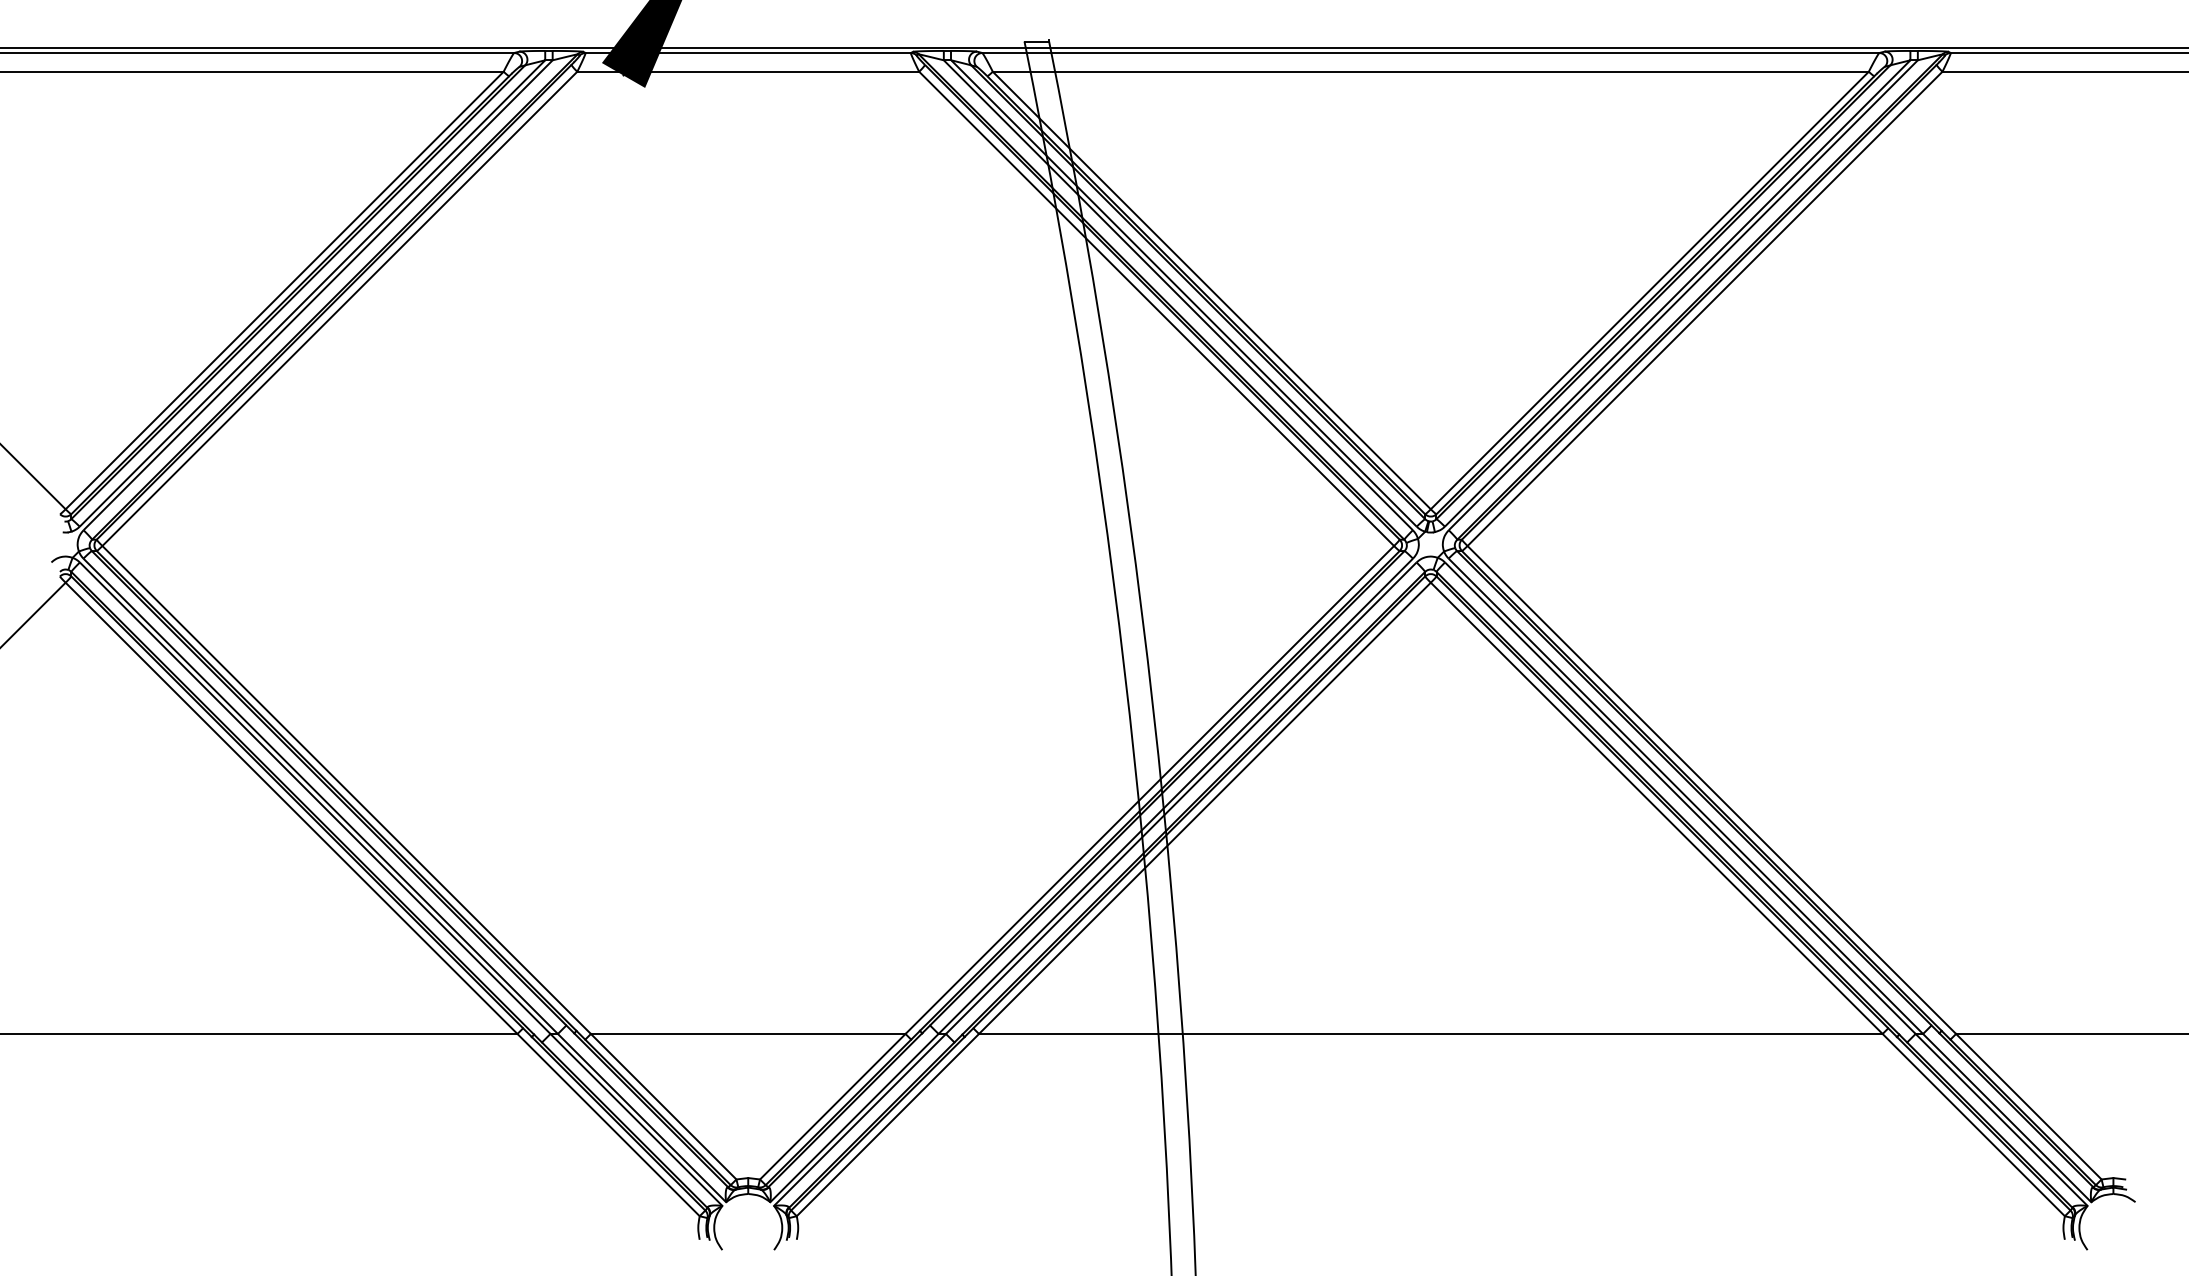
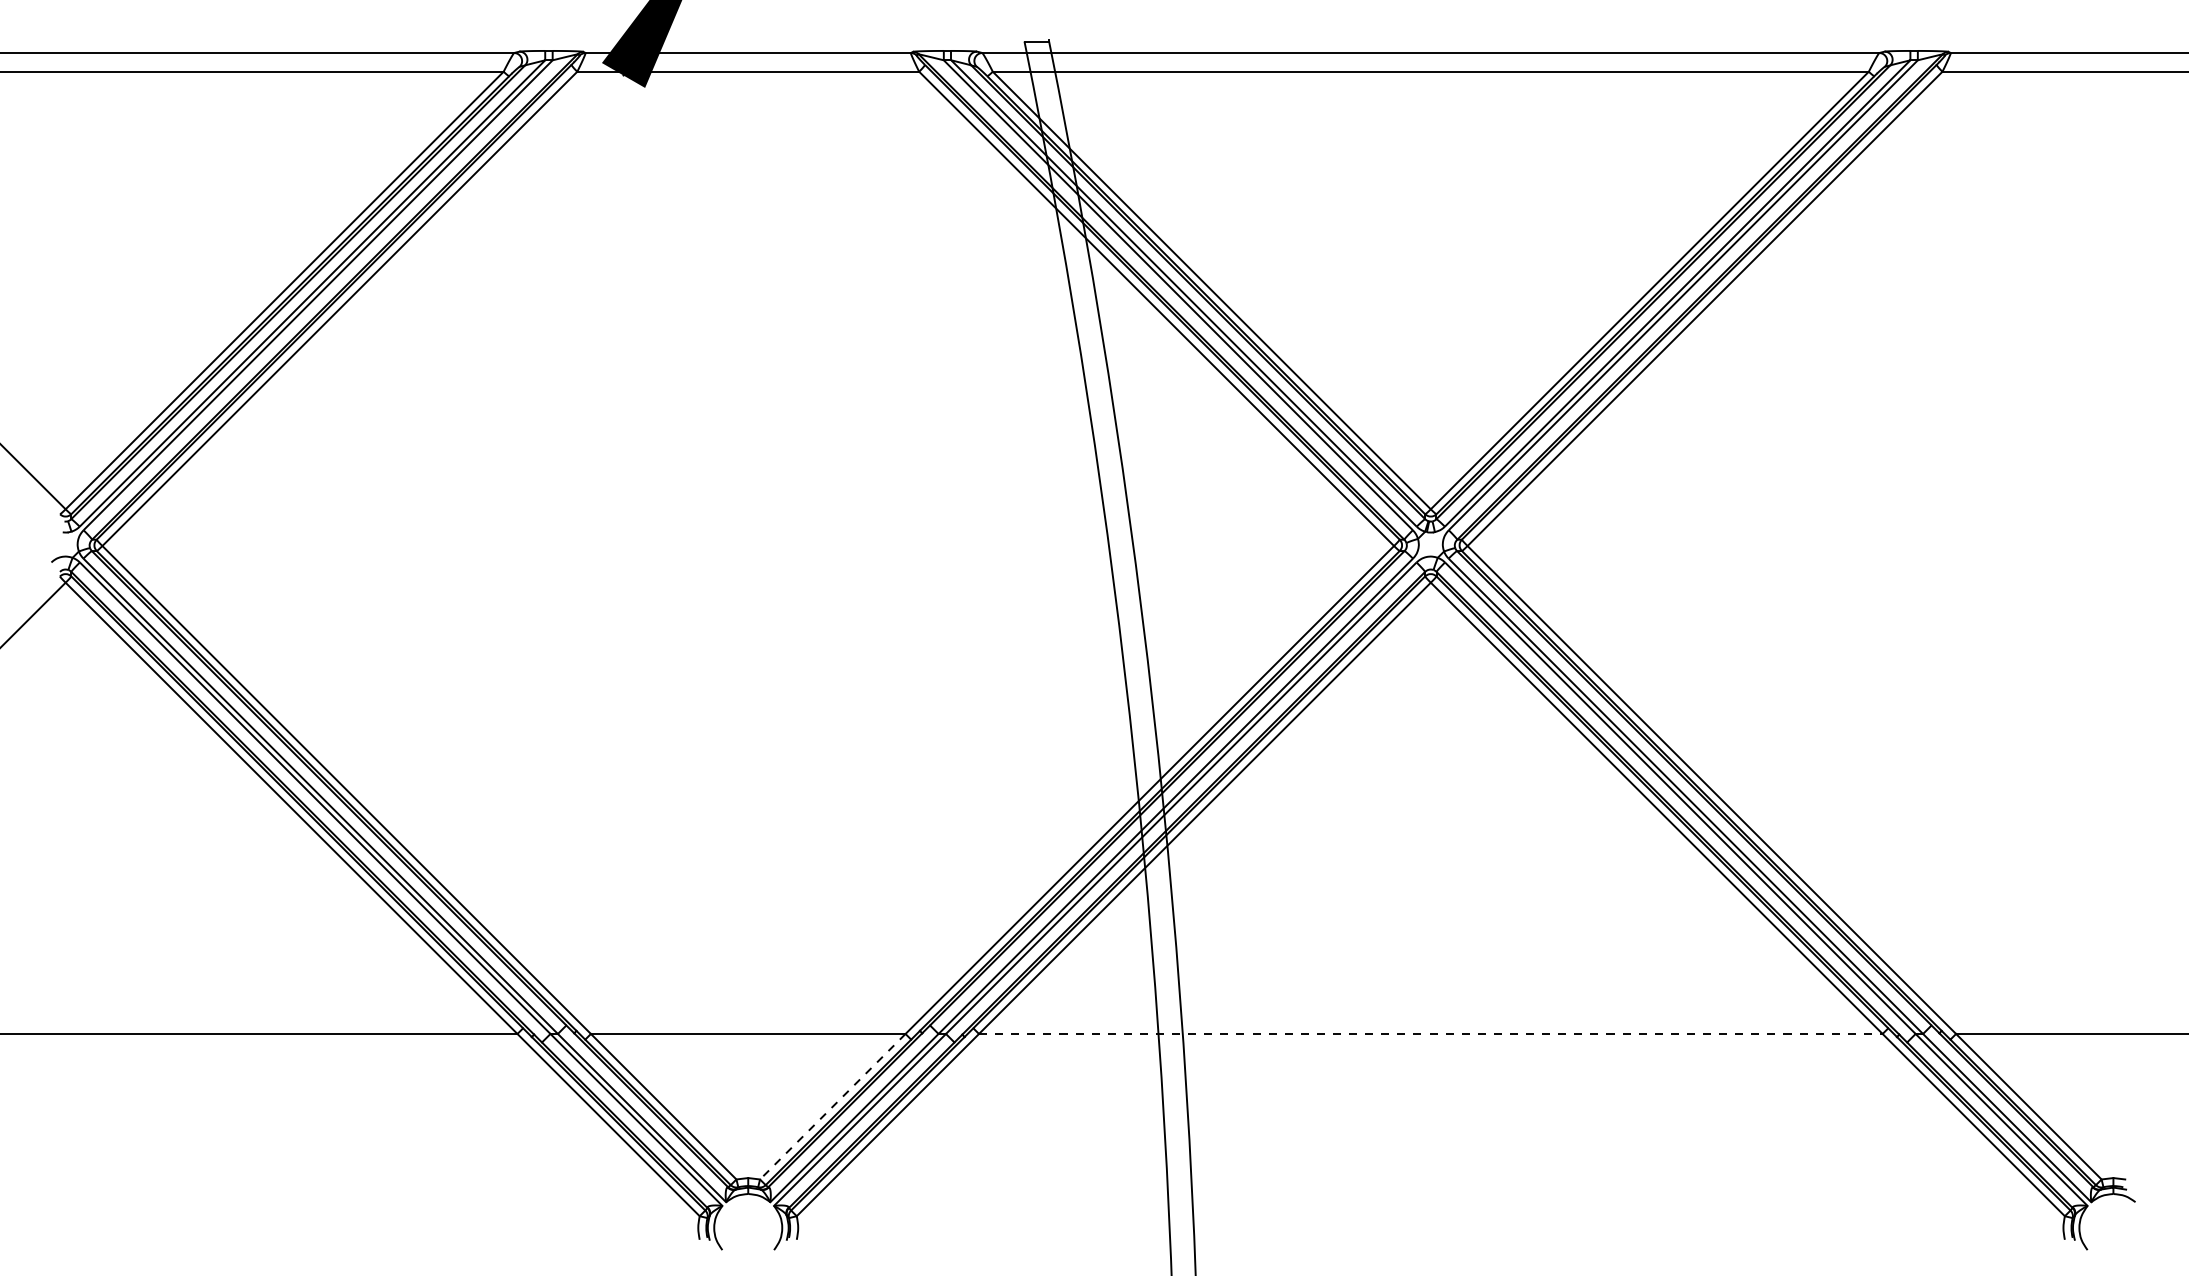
line at (1093, 48): present -> none
line at (1430, 1033): solid -> dashed
line at (832, 1106): solid -> dashed
